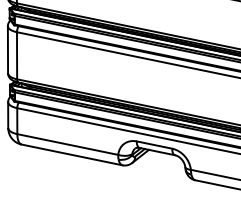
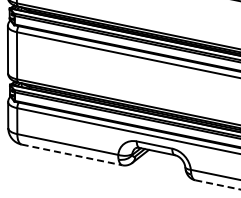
line at (72, 155): solid -> dashed
line at (218, 185): solid -> dashed
